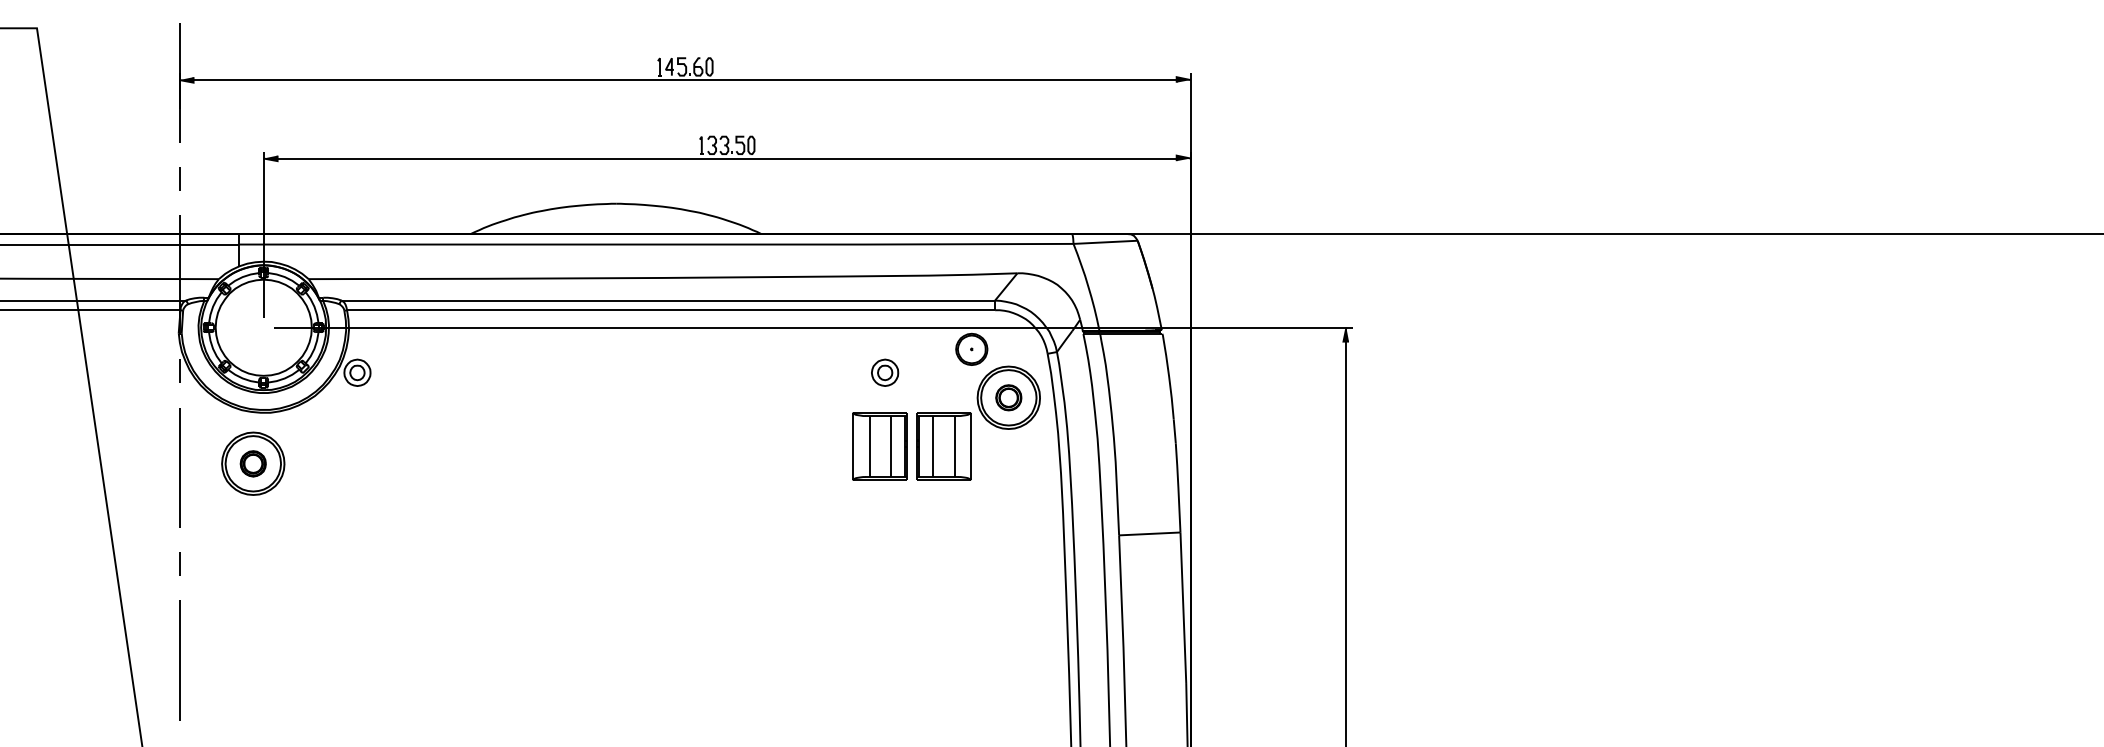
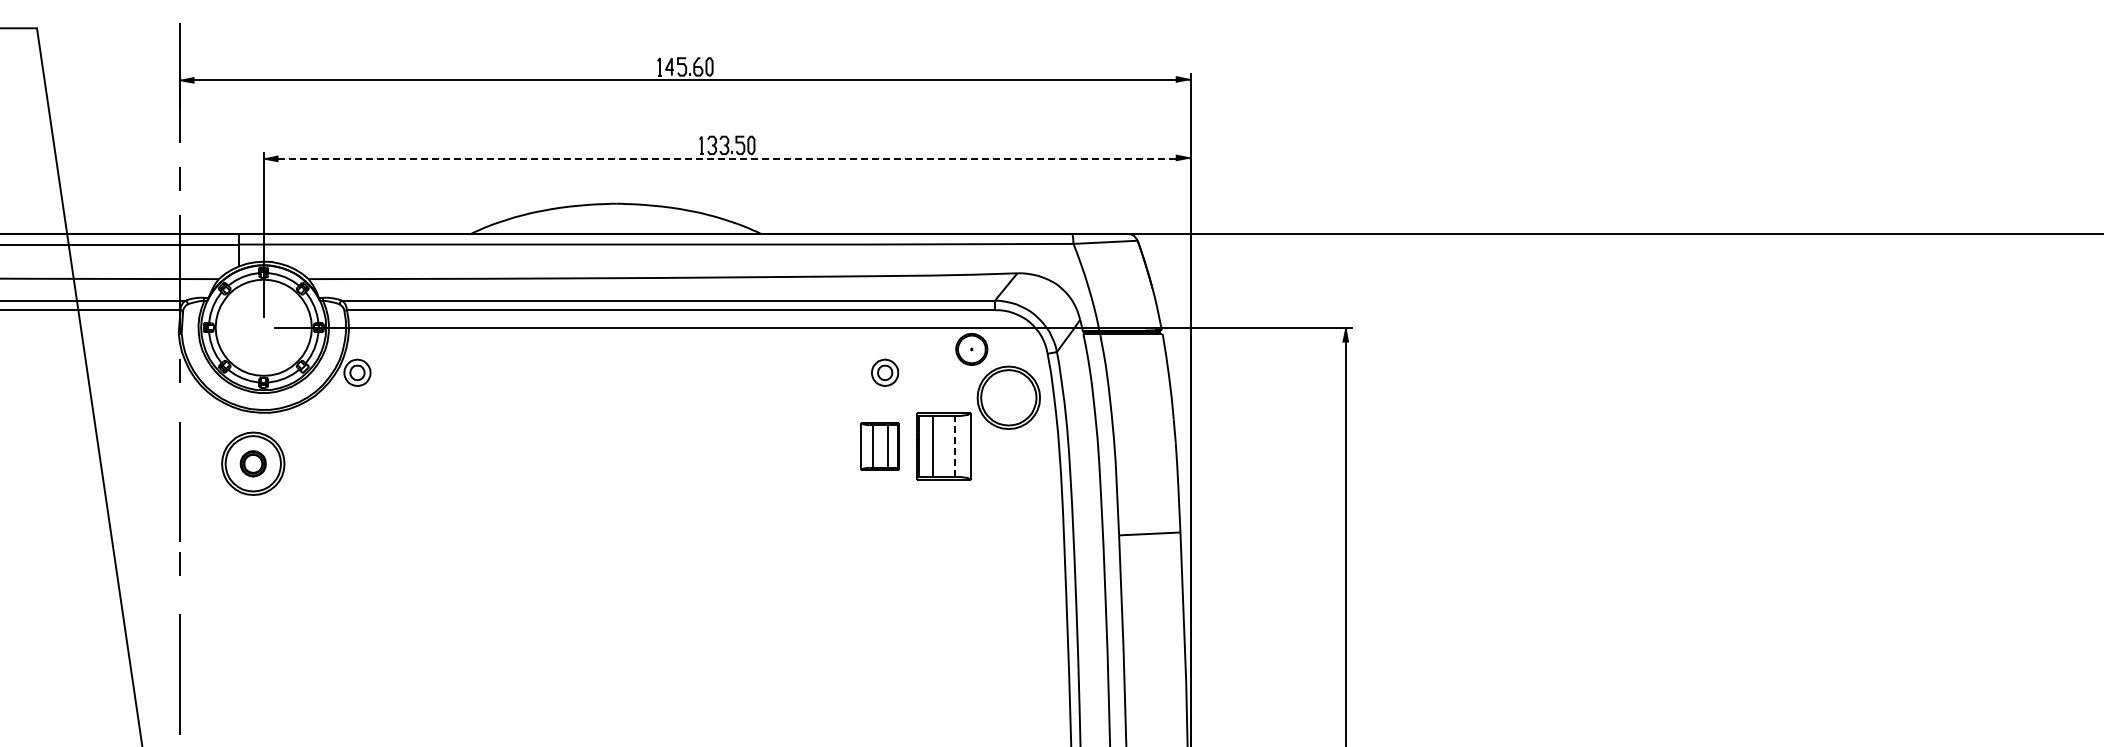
line at (727, 158): solid -> dashed
part at (1008, 397): present -> none
part at (879, 446) size: 56x69 px -> 40x49 px
line at (954, 446): solid -> dashed
line at (179, 467) position: (179, 467) -> (179, 481)
line at (179, 660) position: (179, 660) -> (179, 674)
